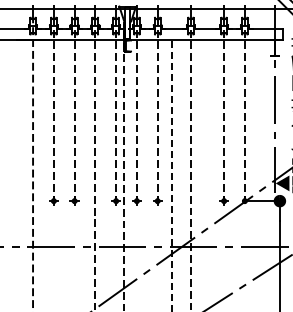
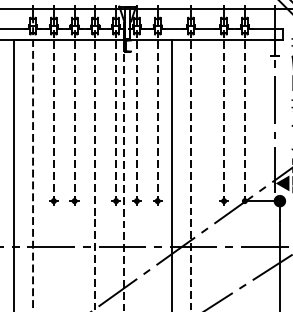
line at (14, 173): none -> present
line at (172, 175): dashed -> solid
